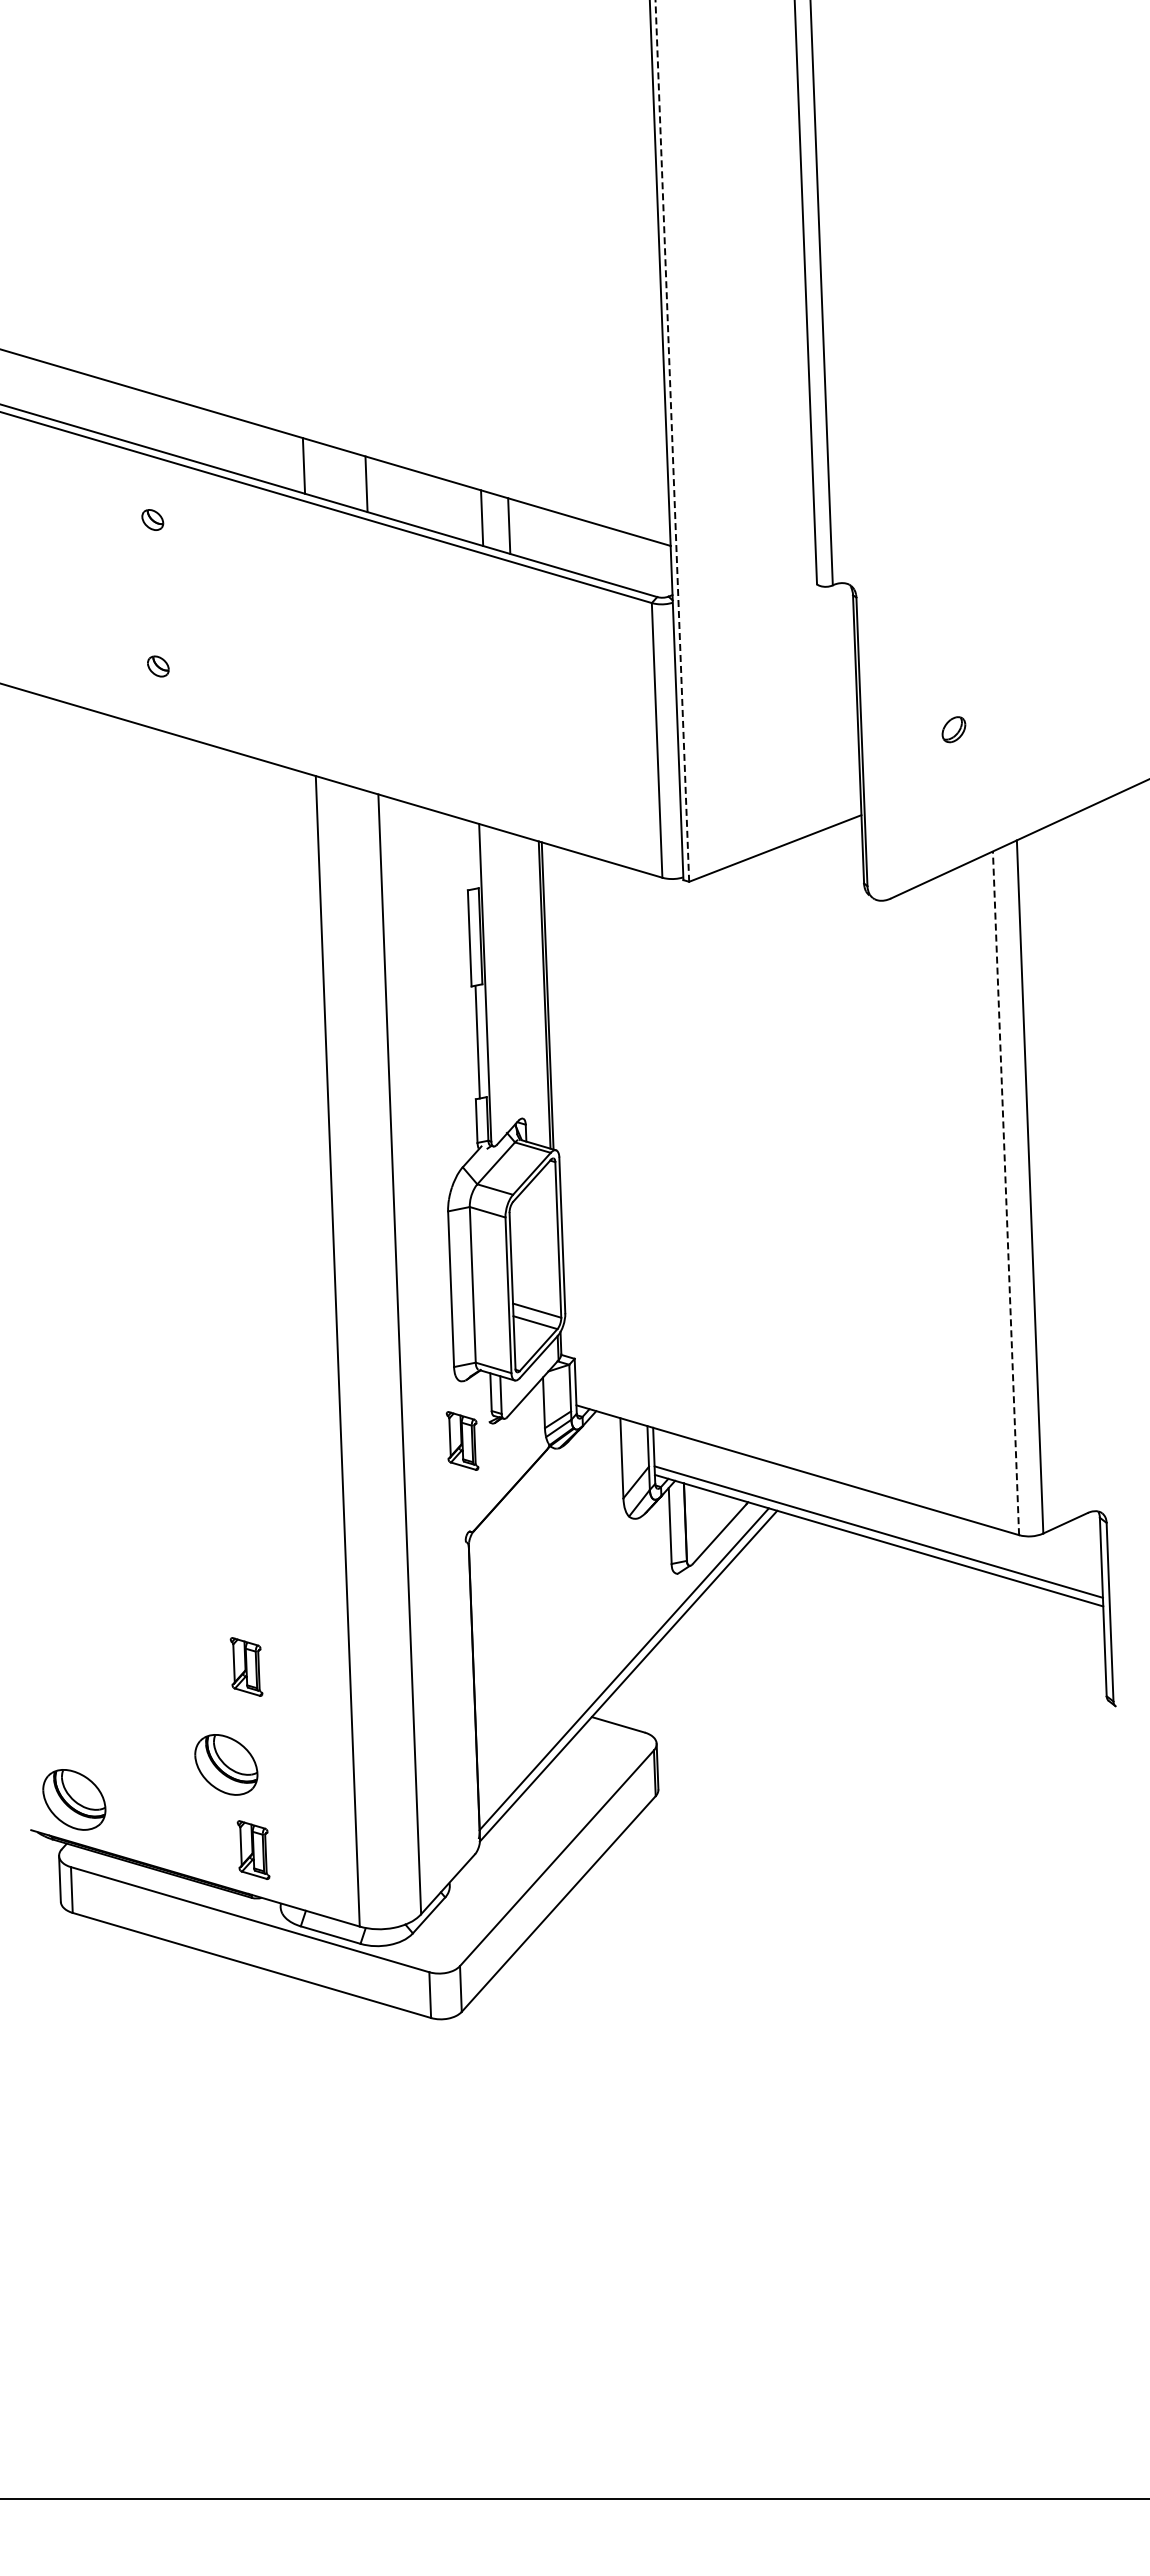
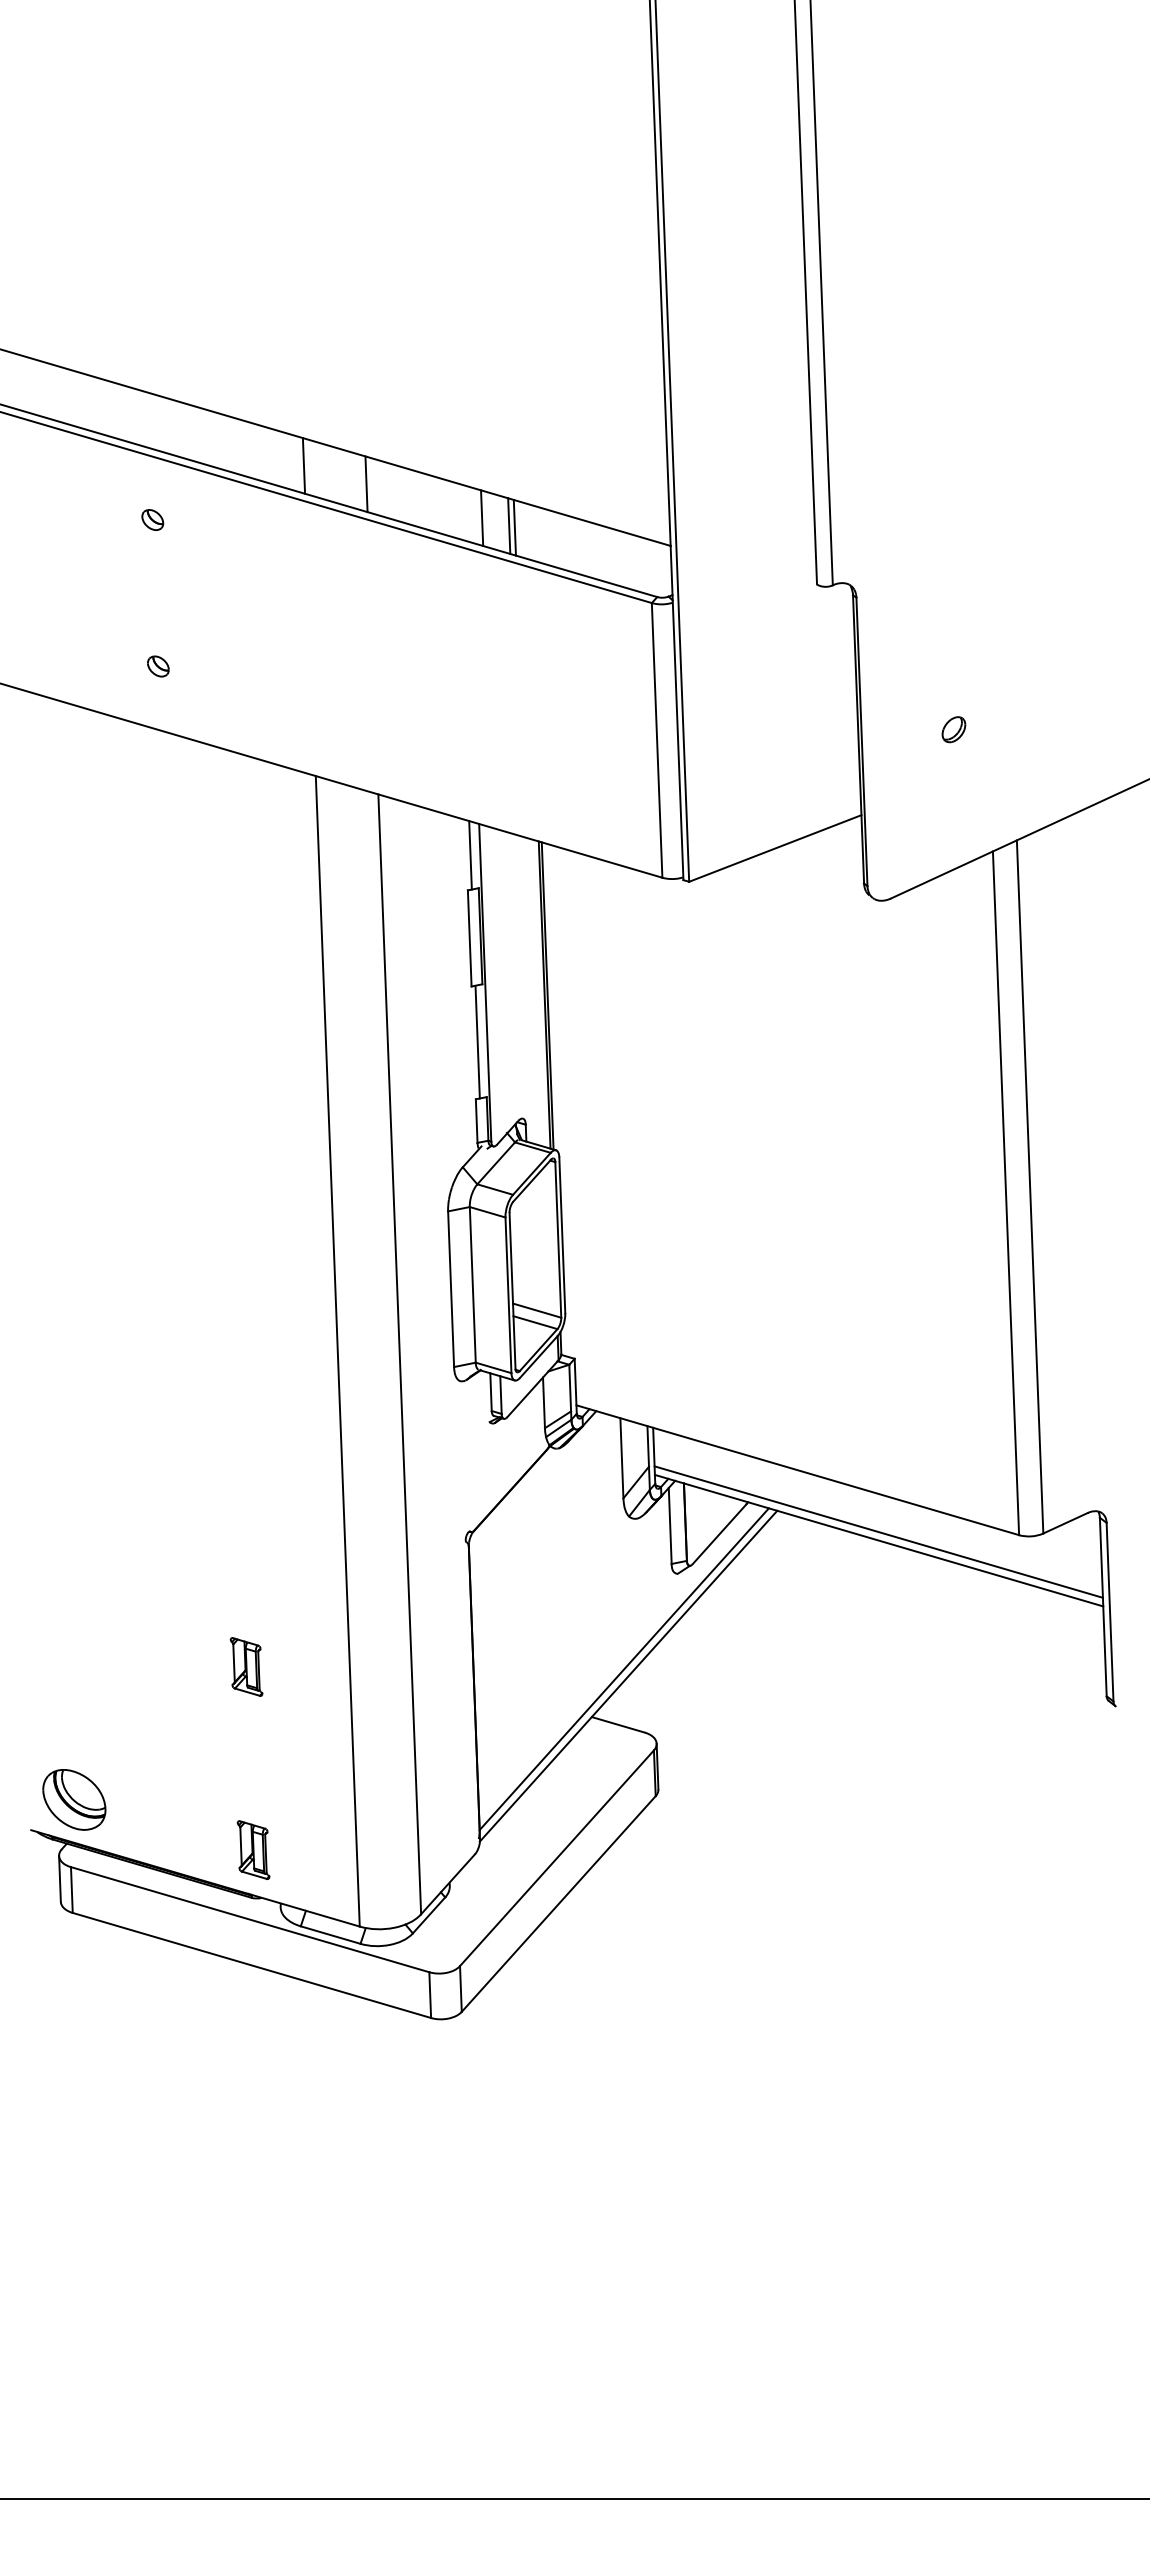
line at (672, 441): dashed -> solid
line at (514, 527): none -> present
line at (470, 855): none -> present
line at (1006, 1192): dashed -> solid
part at (462, 1440): present -> none
part at (226, 1764): present -> none
